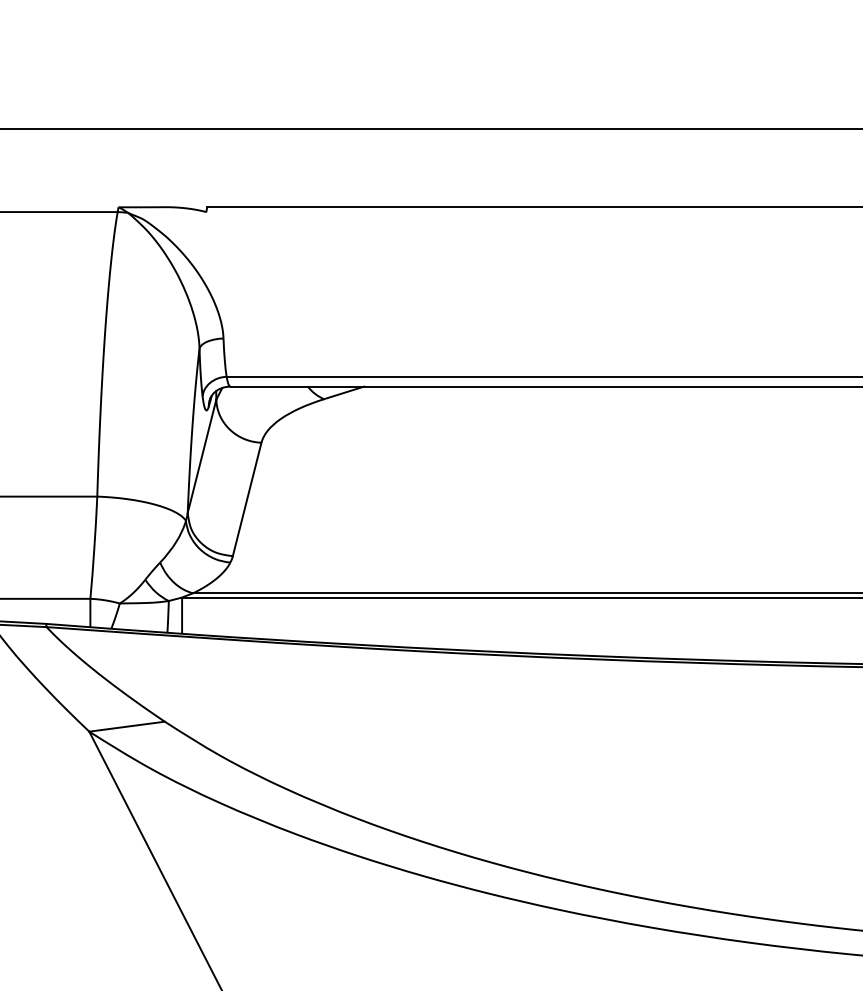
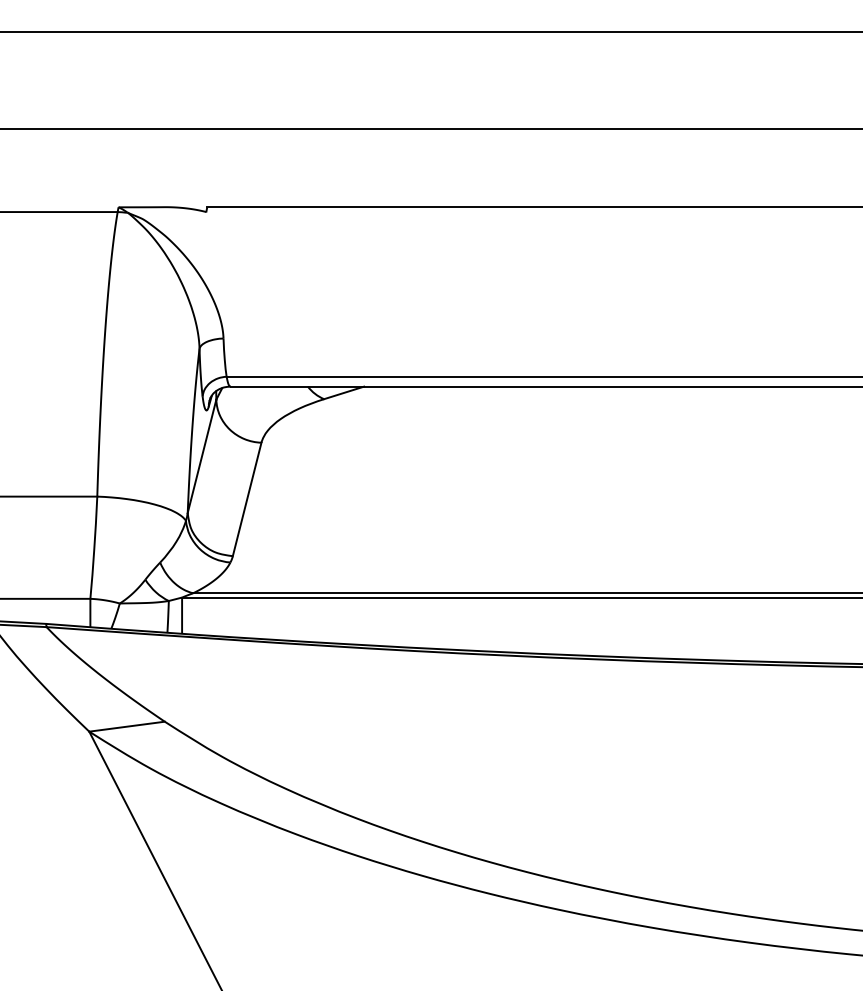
line at (430, 31): none -> present
